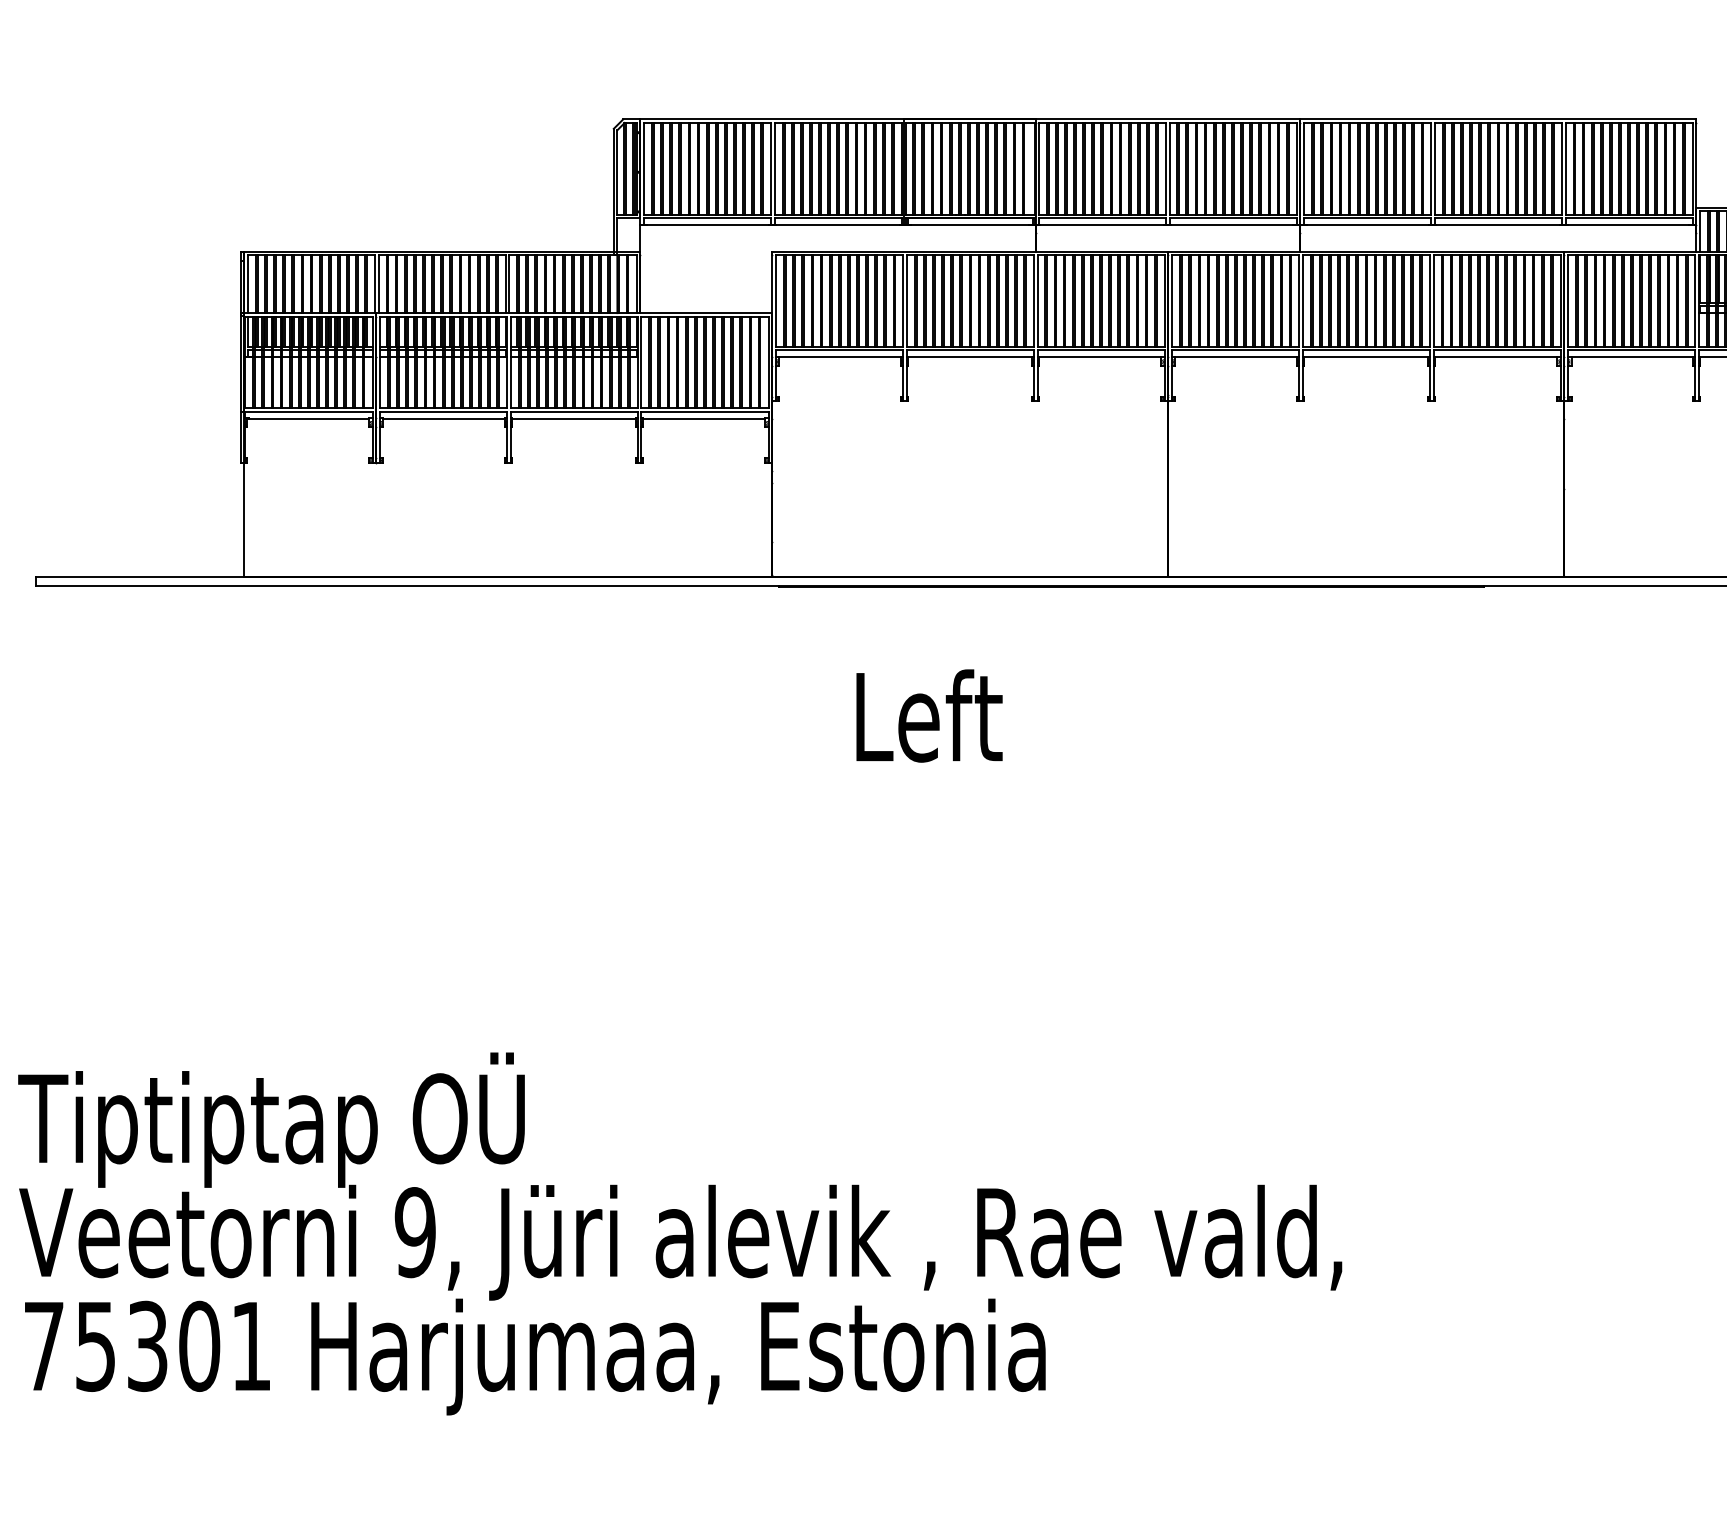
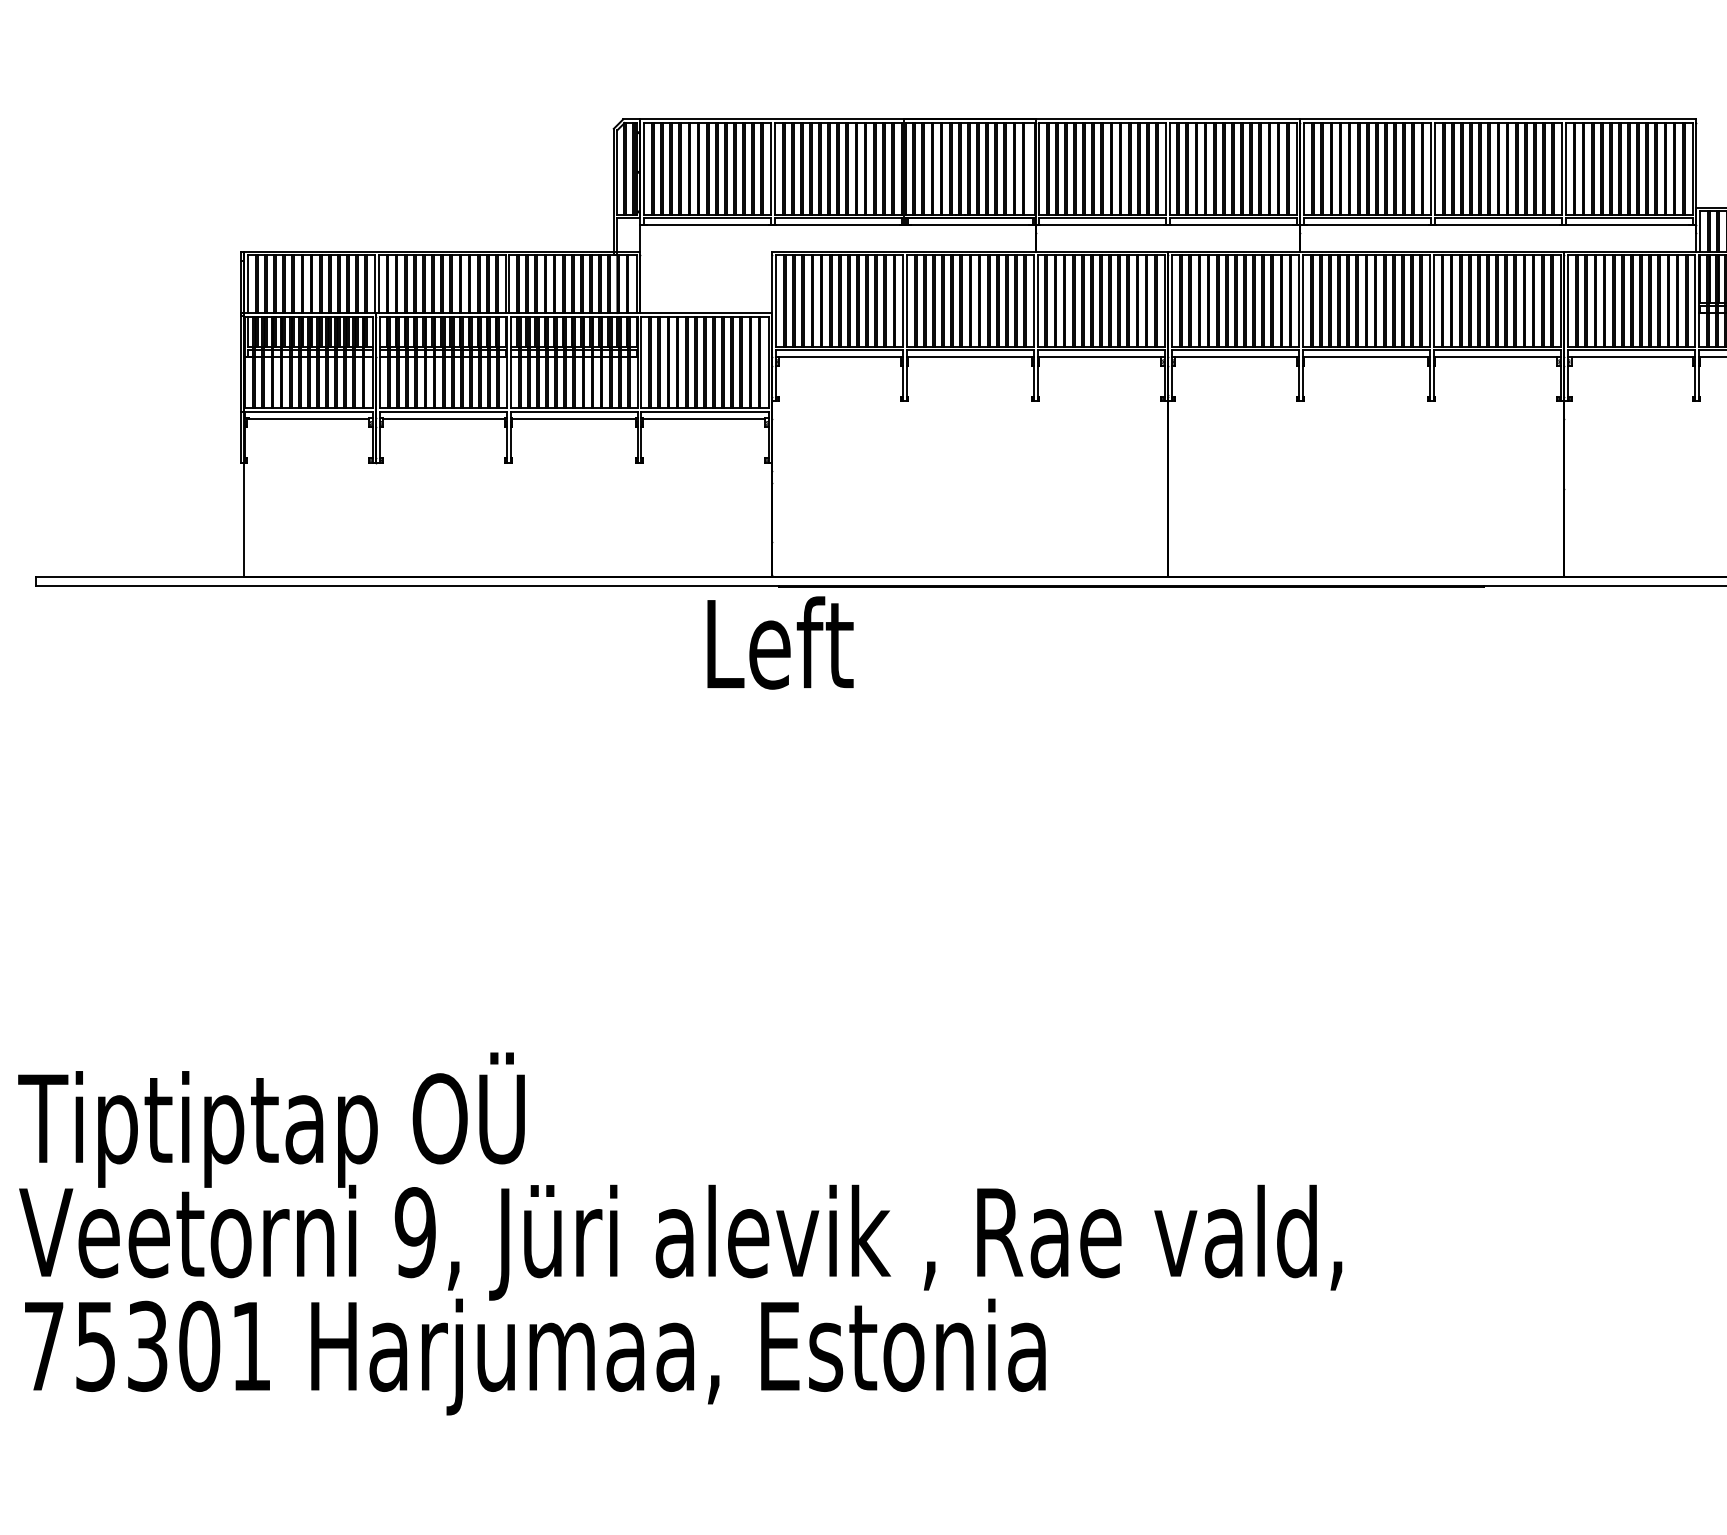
text at (929, 715) position: (929, 715) -> (780, 642)
